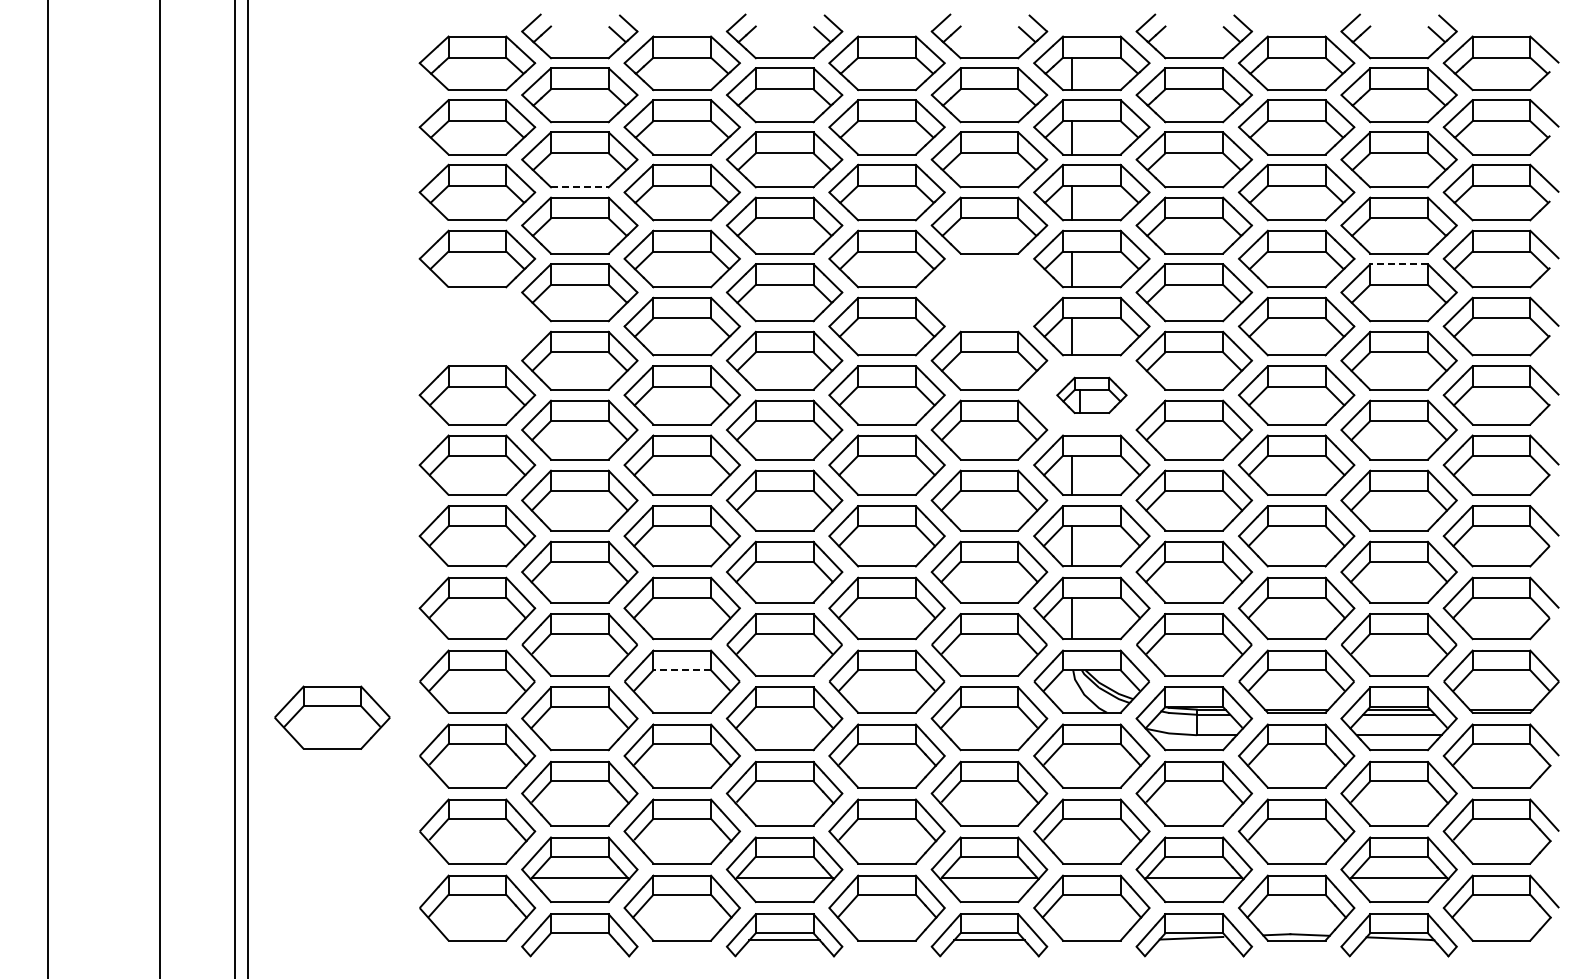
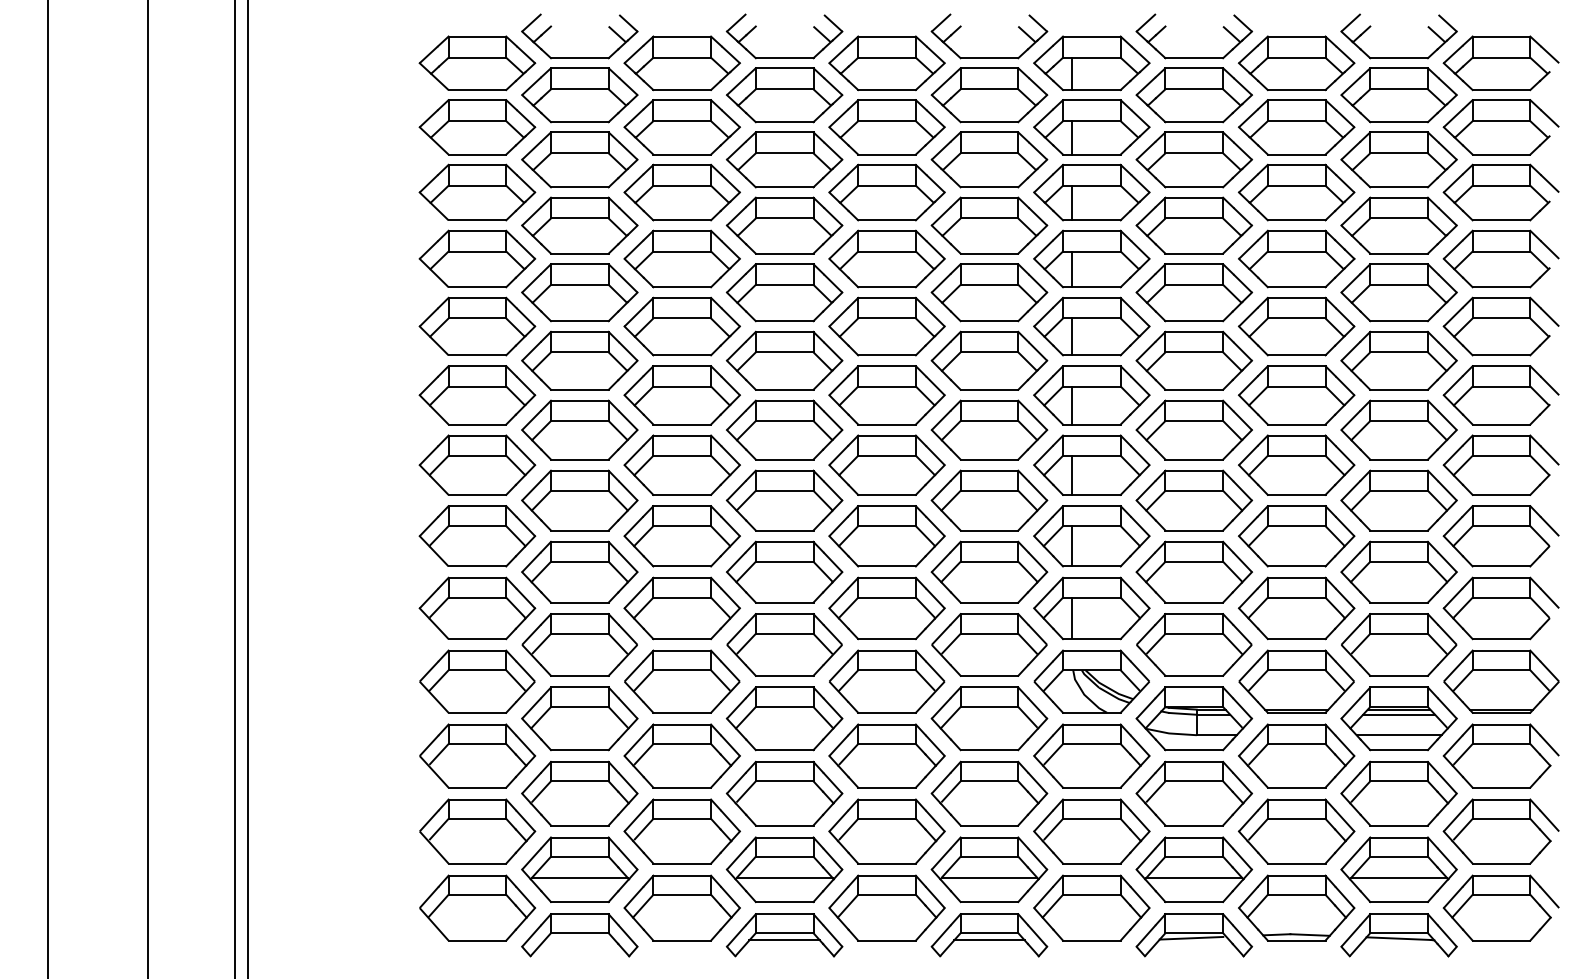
line at (579, 187): dashed -> solid
line at (1399, 264): dashed -> solid
part at (989, 292): none -> present
part at (477, 326): none -> present
part at (1091, 394) size: 72x38 px -> 118x61 px
line at (159, 488) position: (159, 488) -> (147, 488)
line at (682, 670): dashed -> solid
part at (332, 717): present -> none
